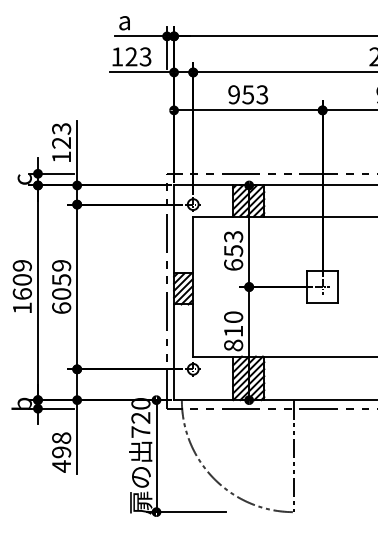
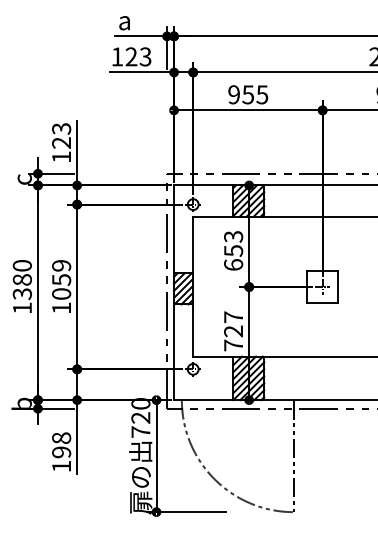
text at (262, 94): 953 -> 955
text at (21, 280): 1609 -> 1380
text at (61, 307): 6059 -> 1059
text at (233, 331): 810 -> 727
text at (61, 466): 498 -> 198
